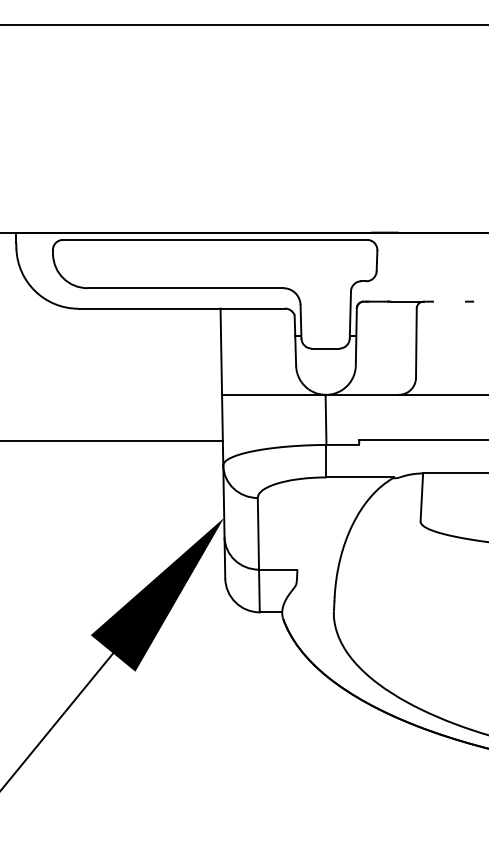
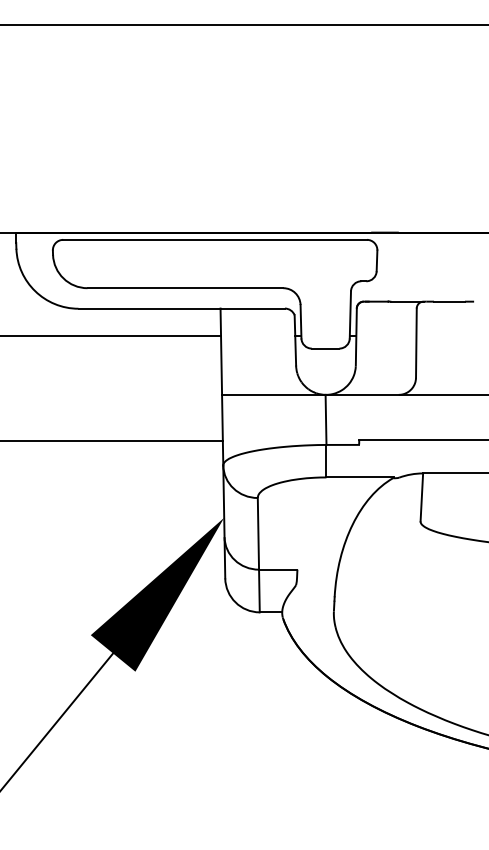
line at (449, 301): none -> present
line at (111, 336): none -> present
